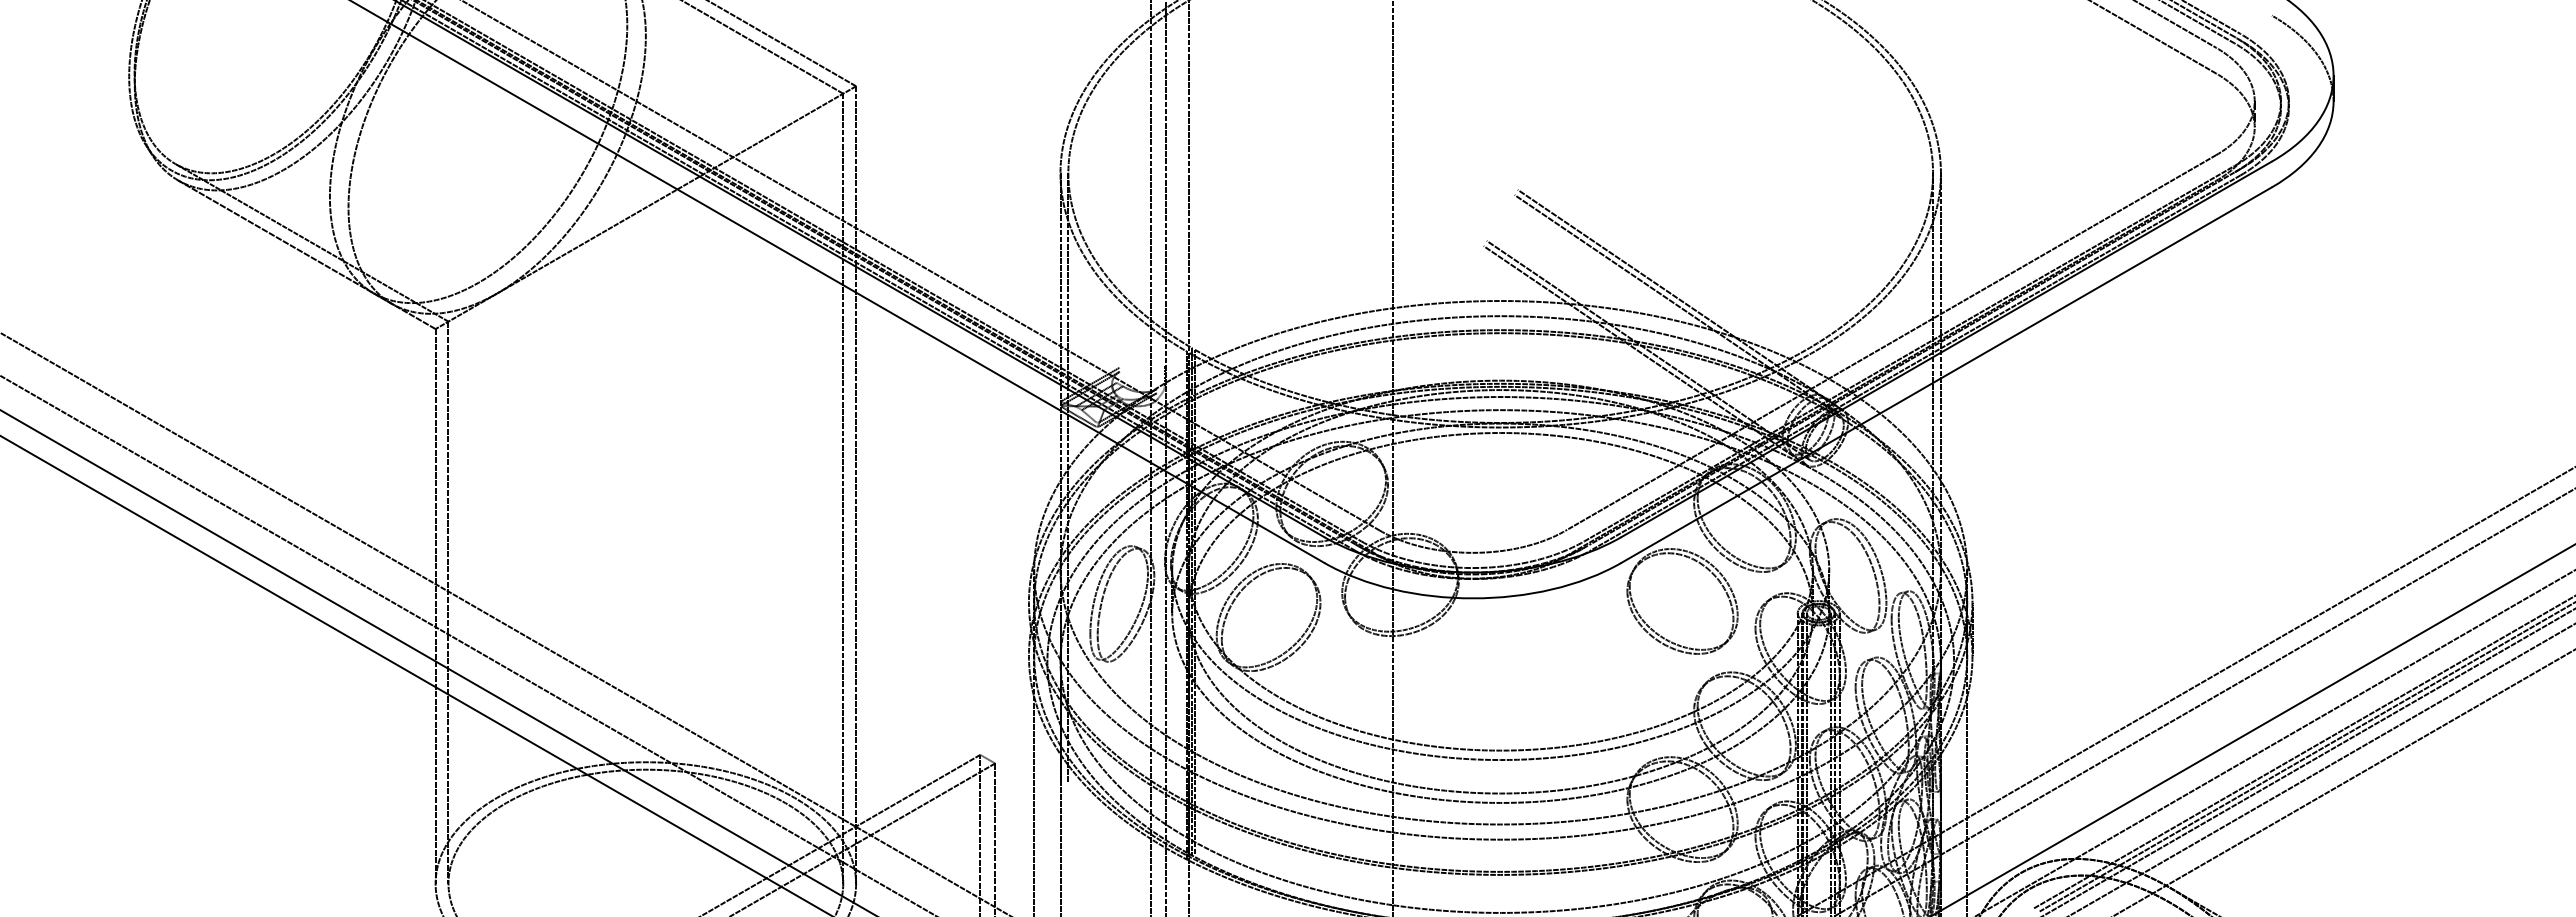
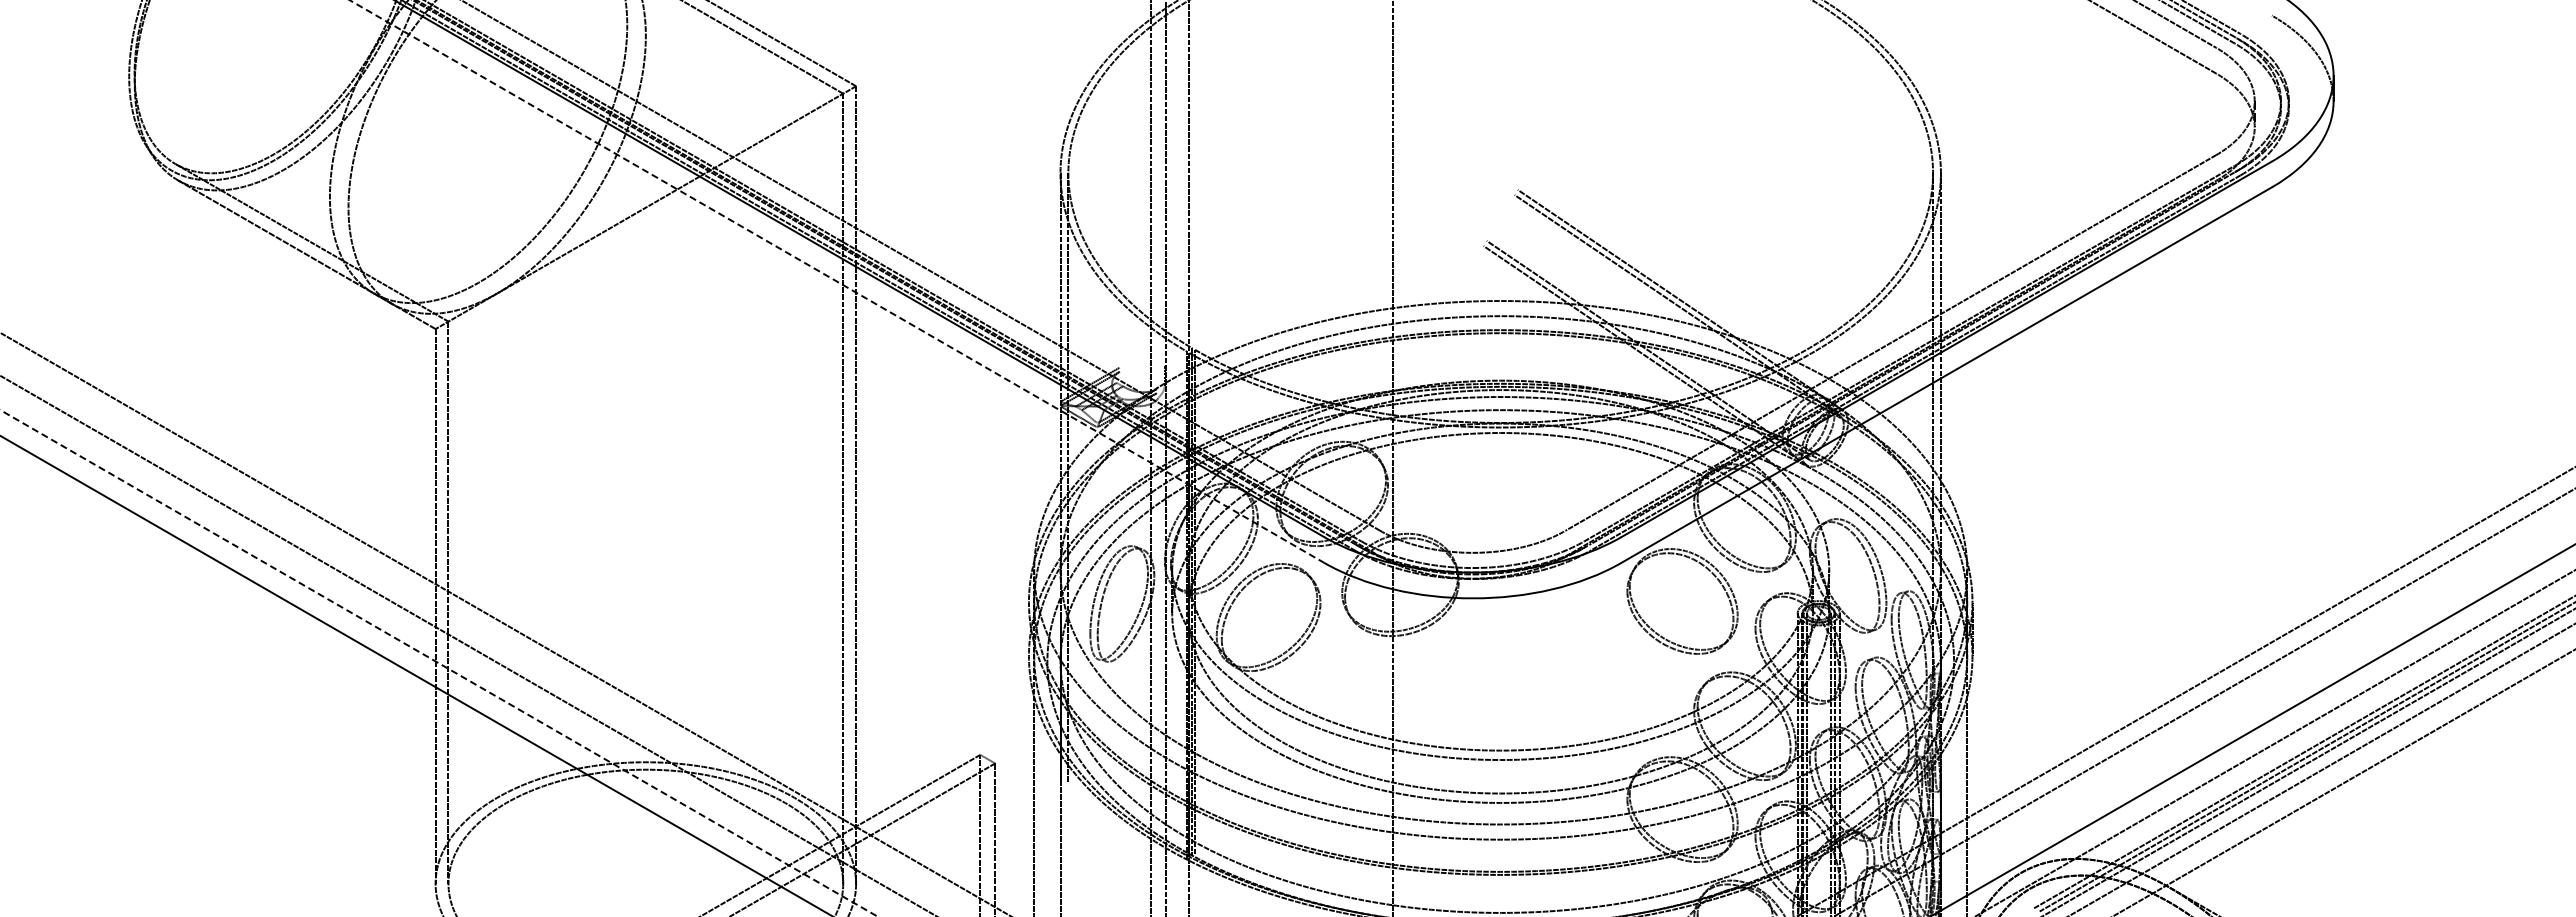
line at (836, 281): solid -> dashed
line at (438, 663): solid -> dashed
